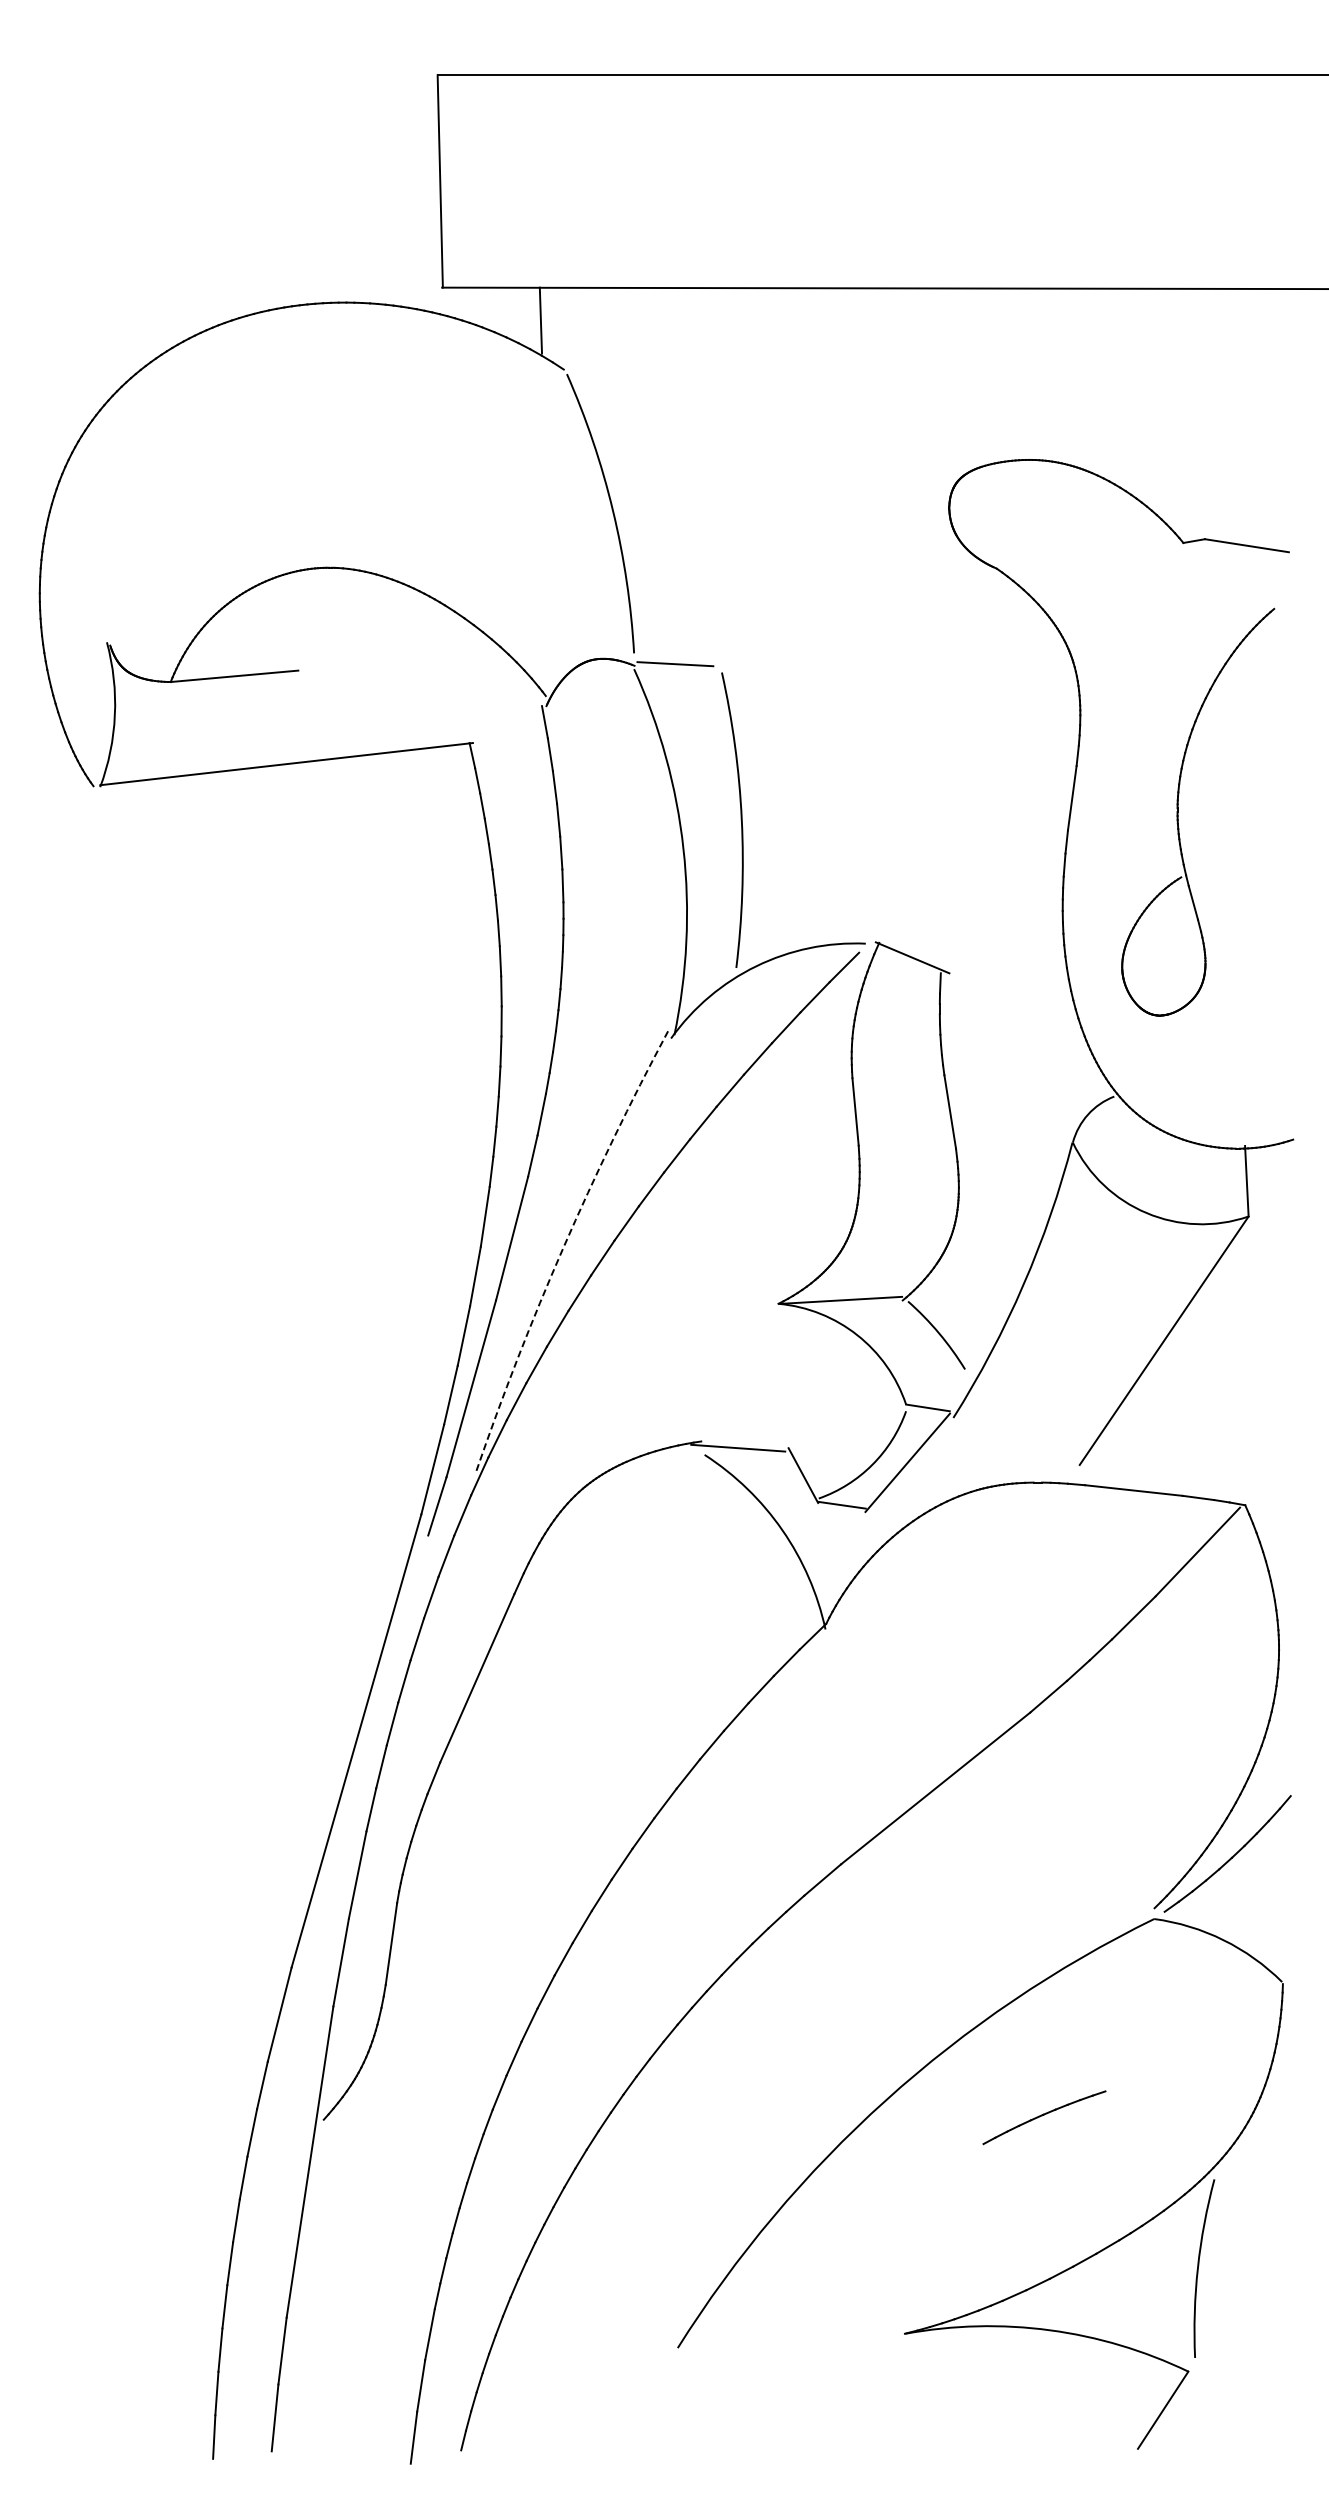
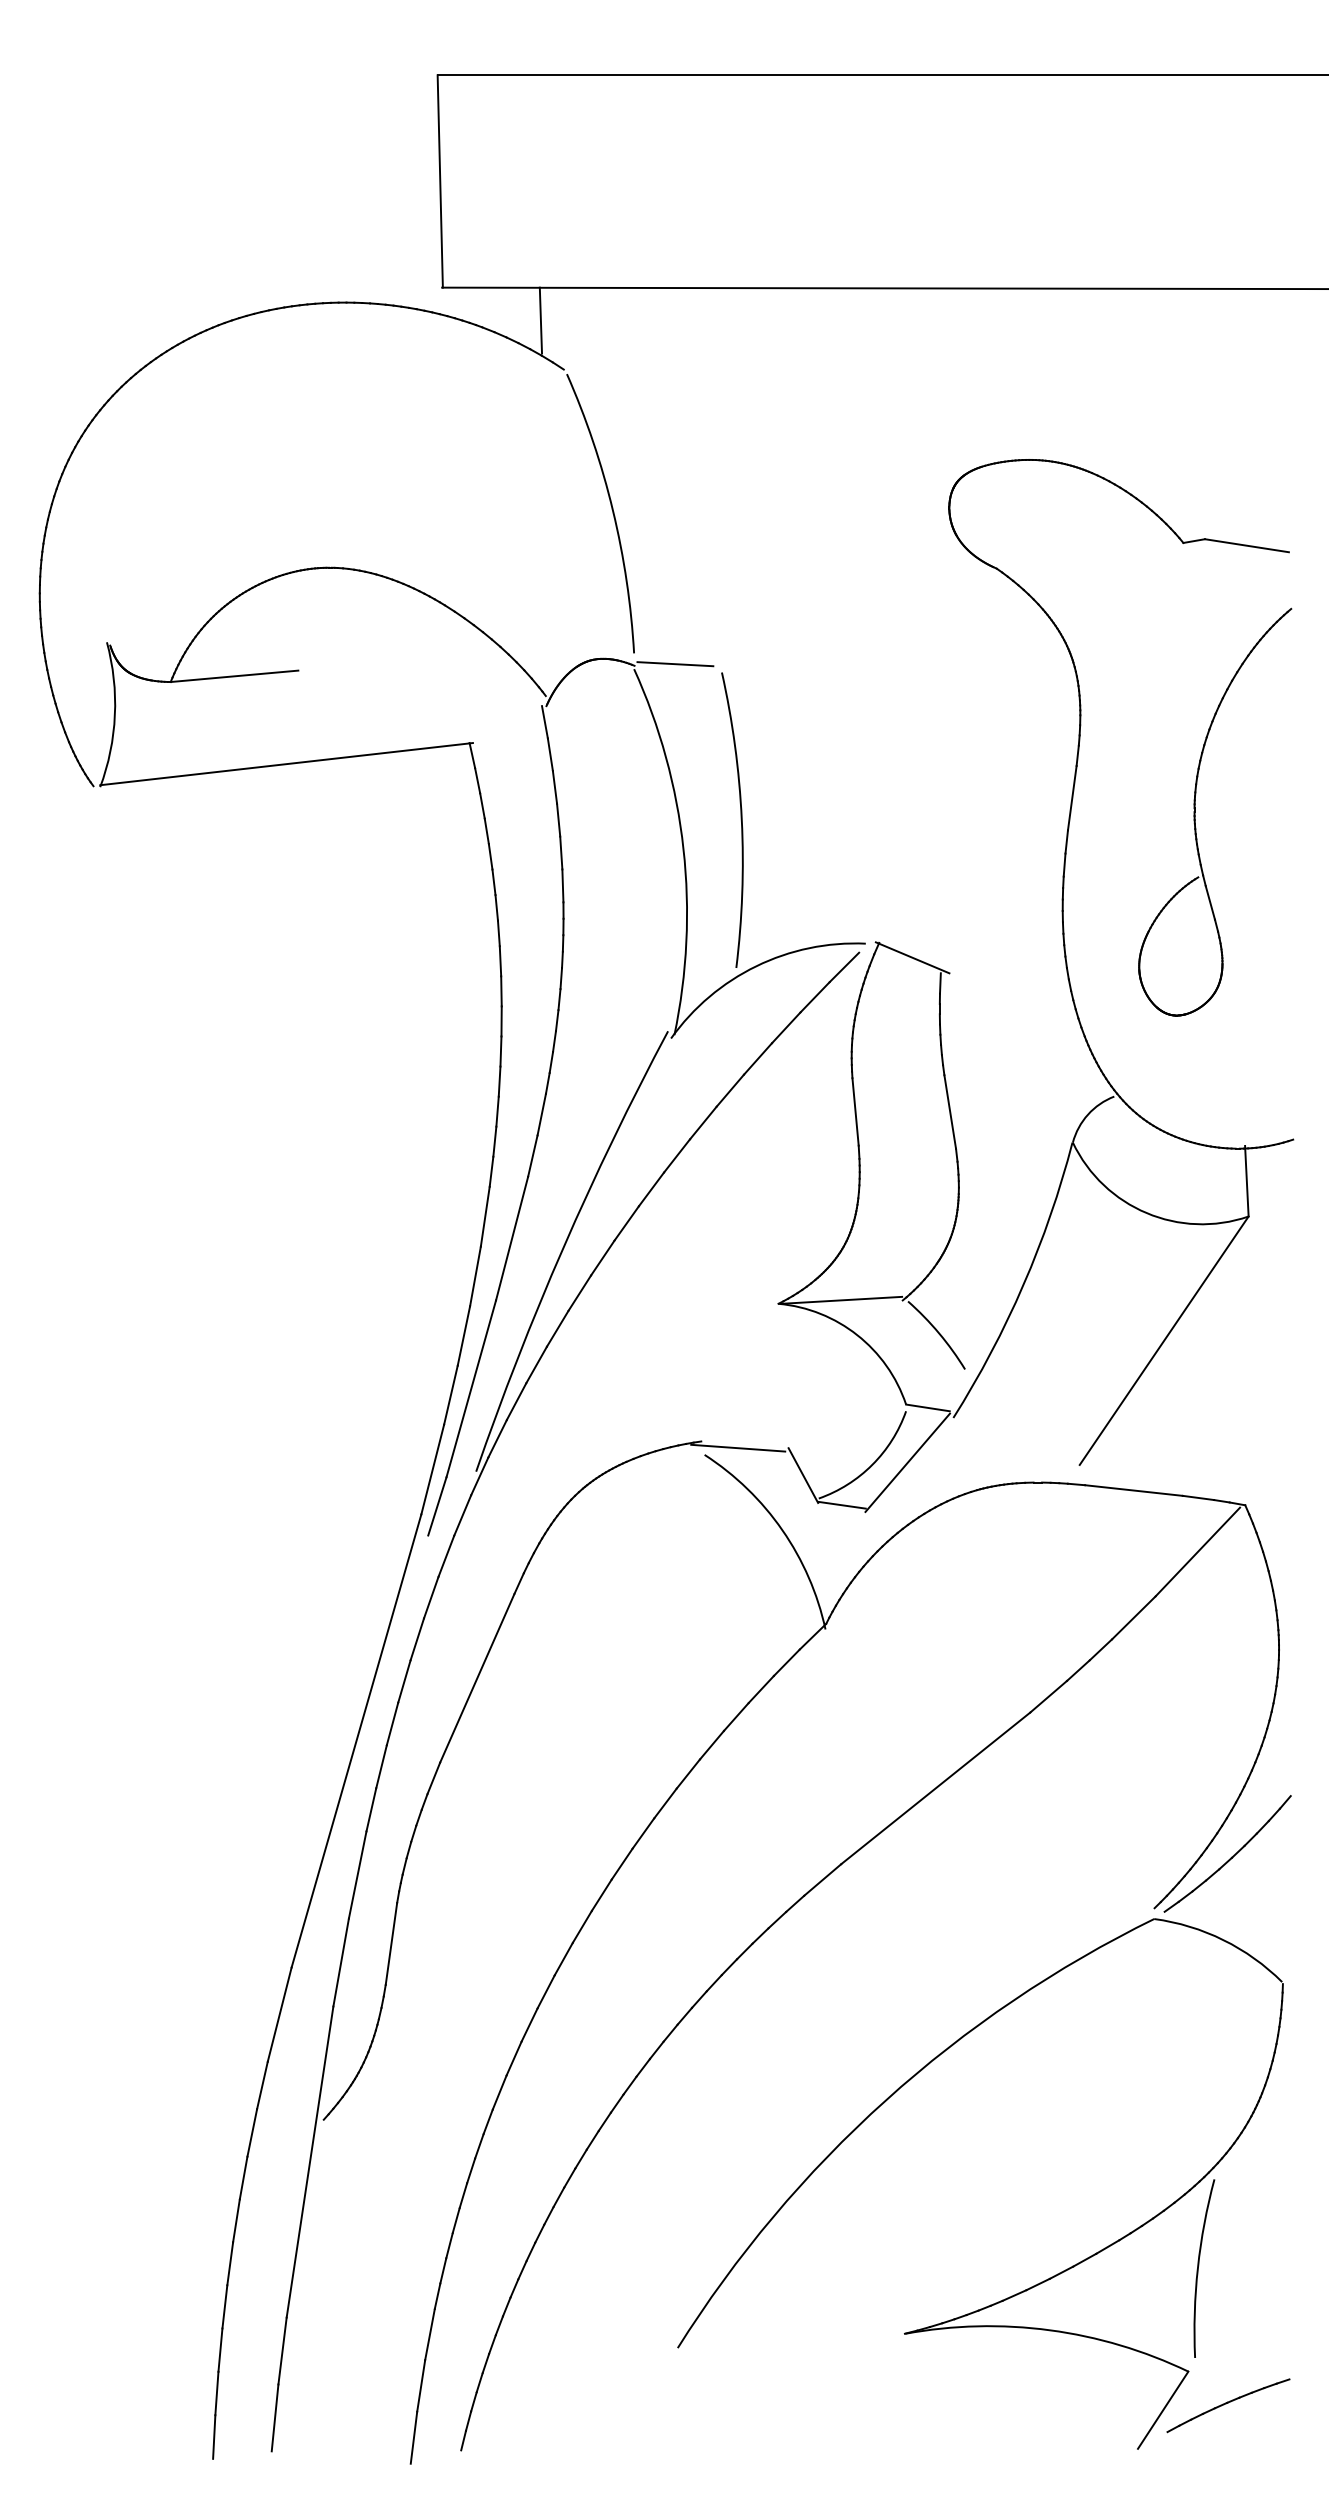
part at (1178, 811) position: (1178, 811) -> (1195, 811)
arc at (563, 1247): dashed -> solid
part at (1044, 2117) position: (1044, 2117) -> (1228, 2405)
